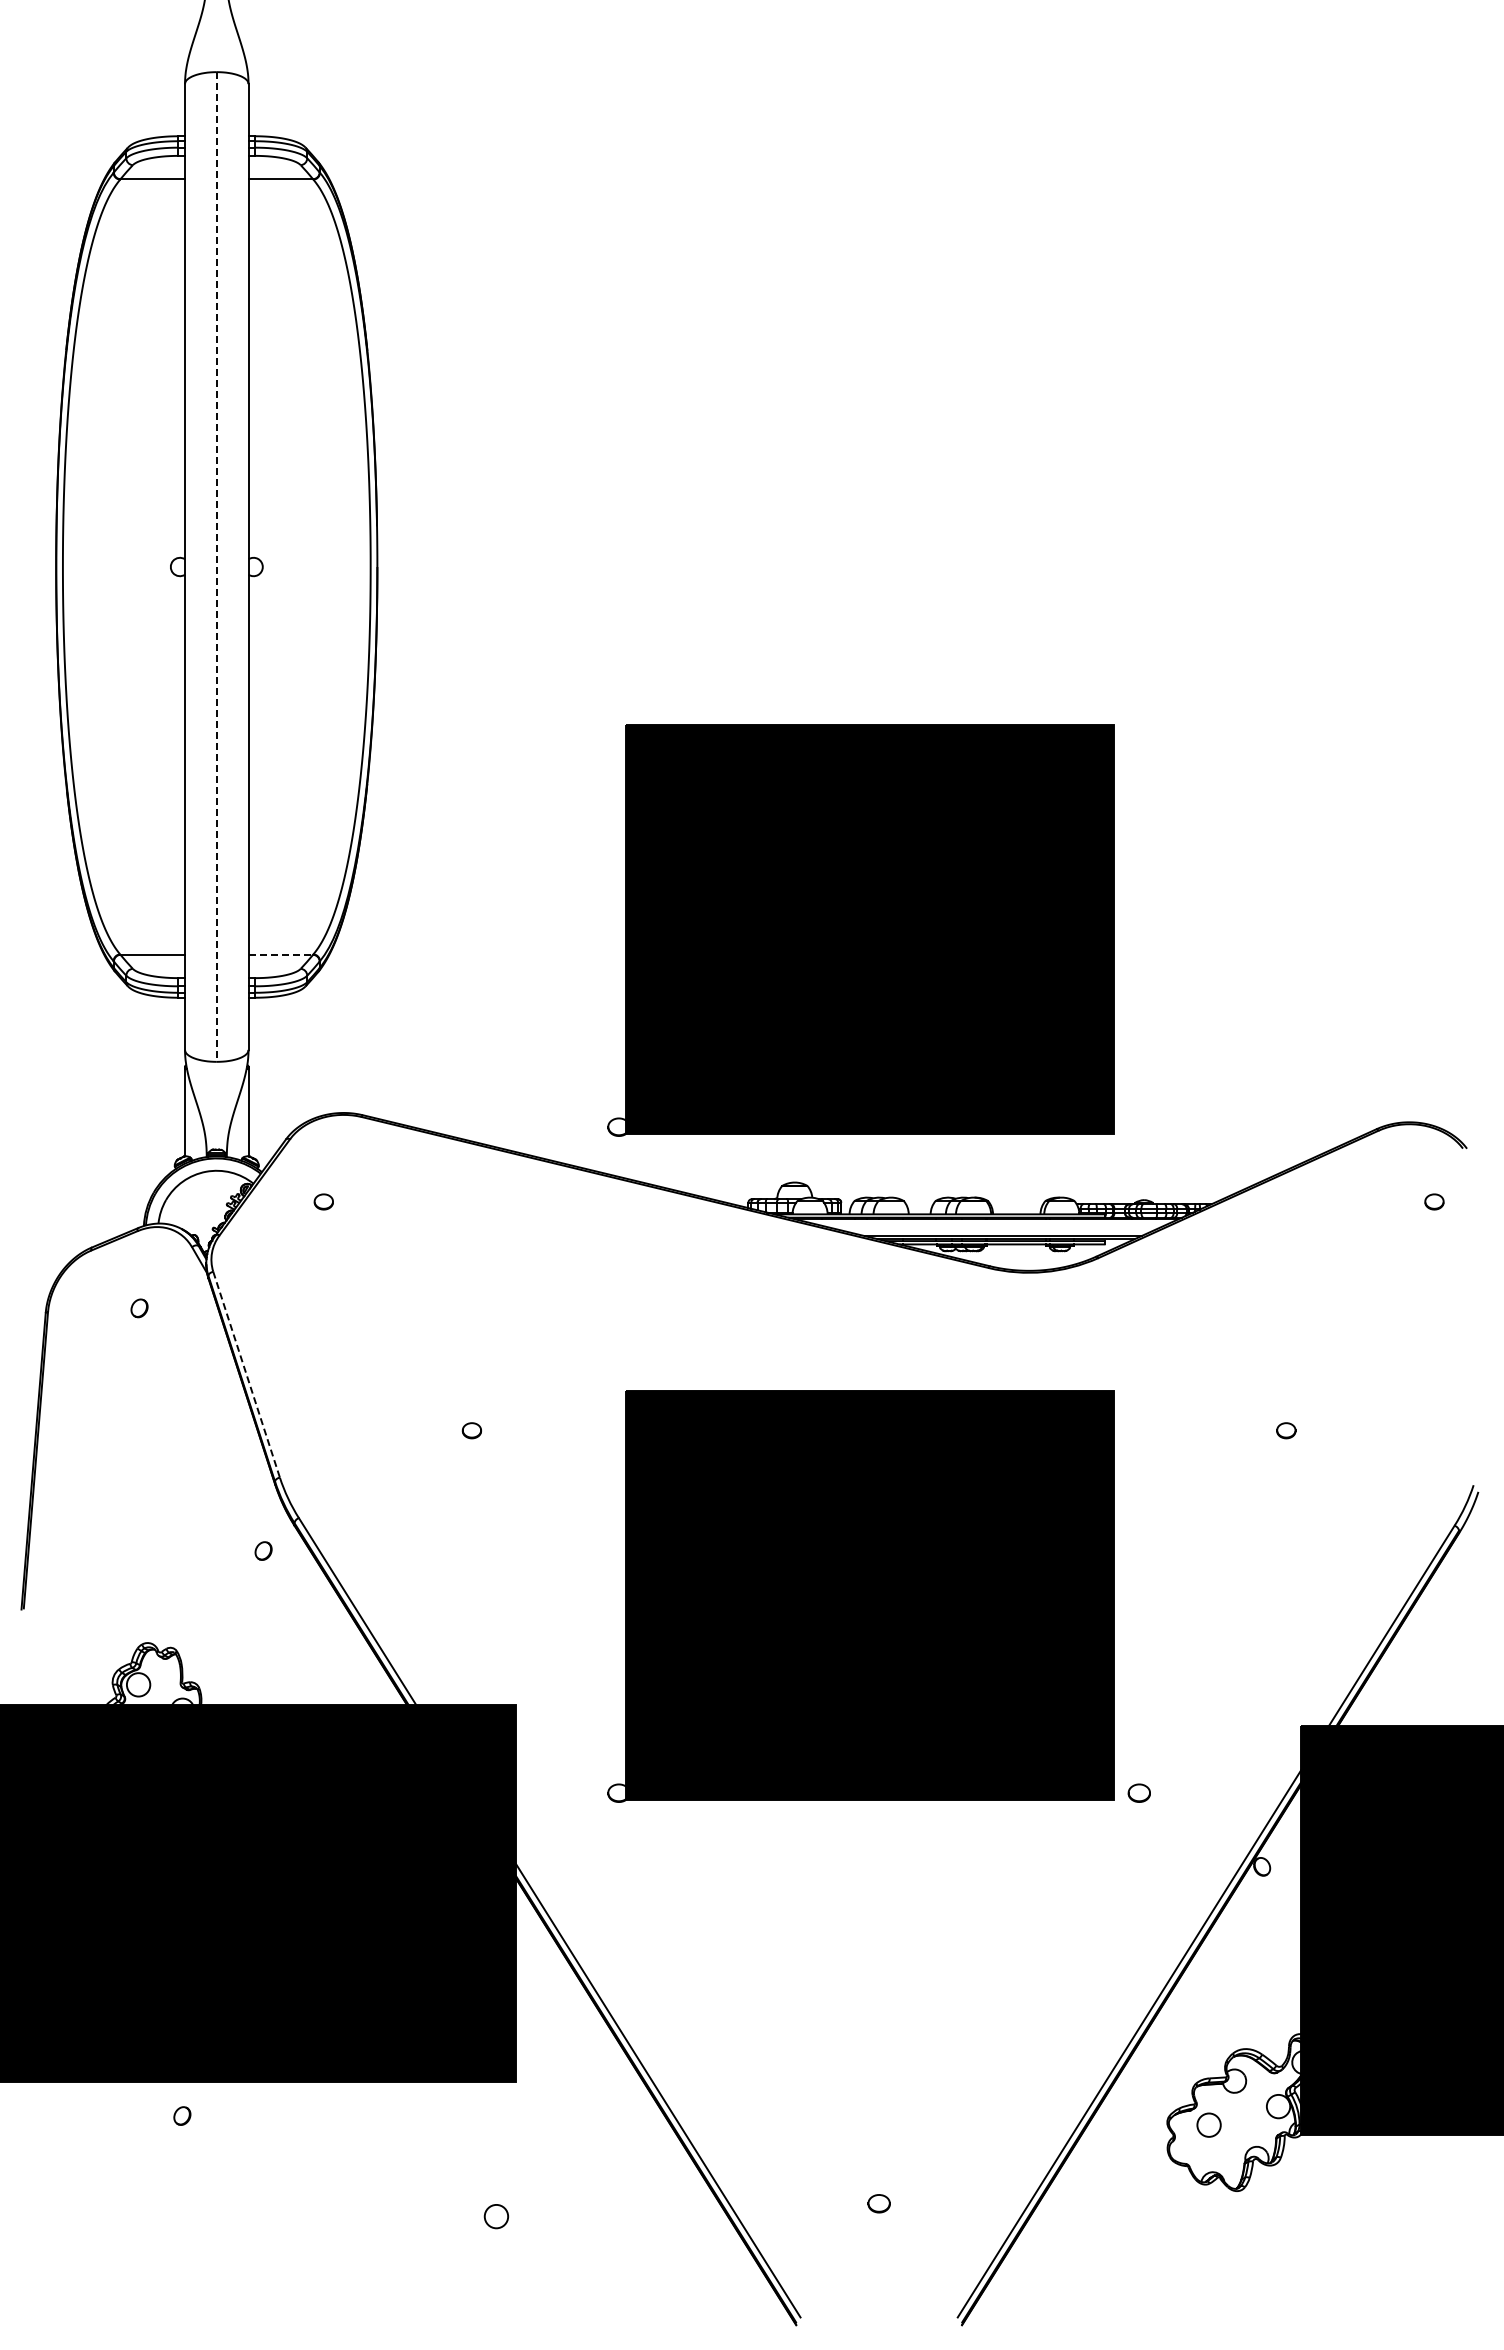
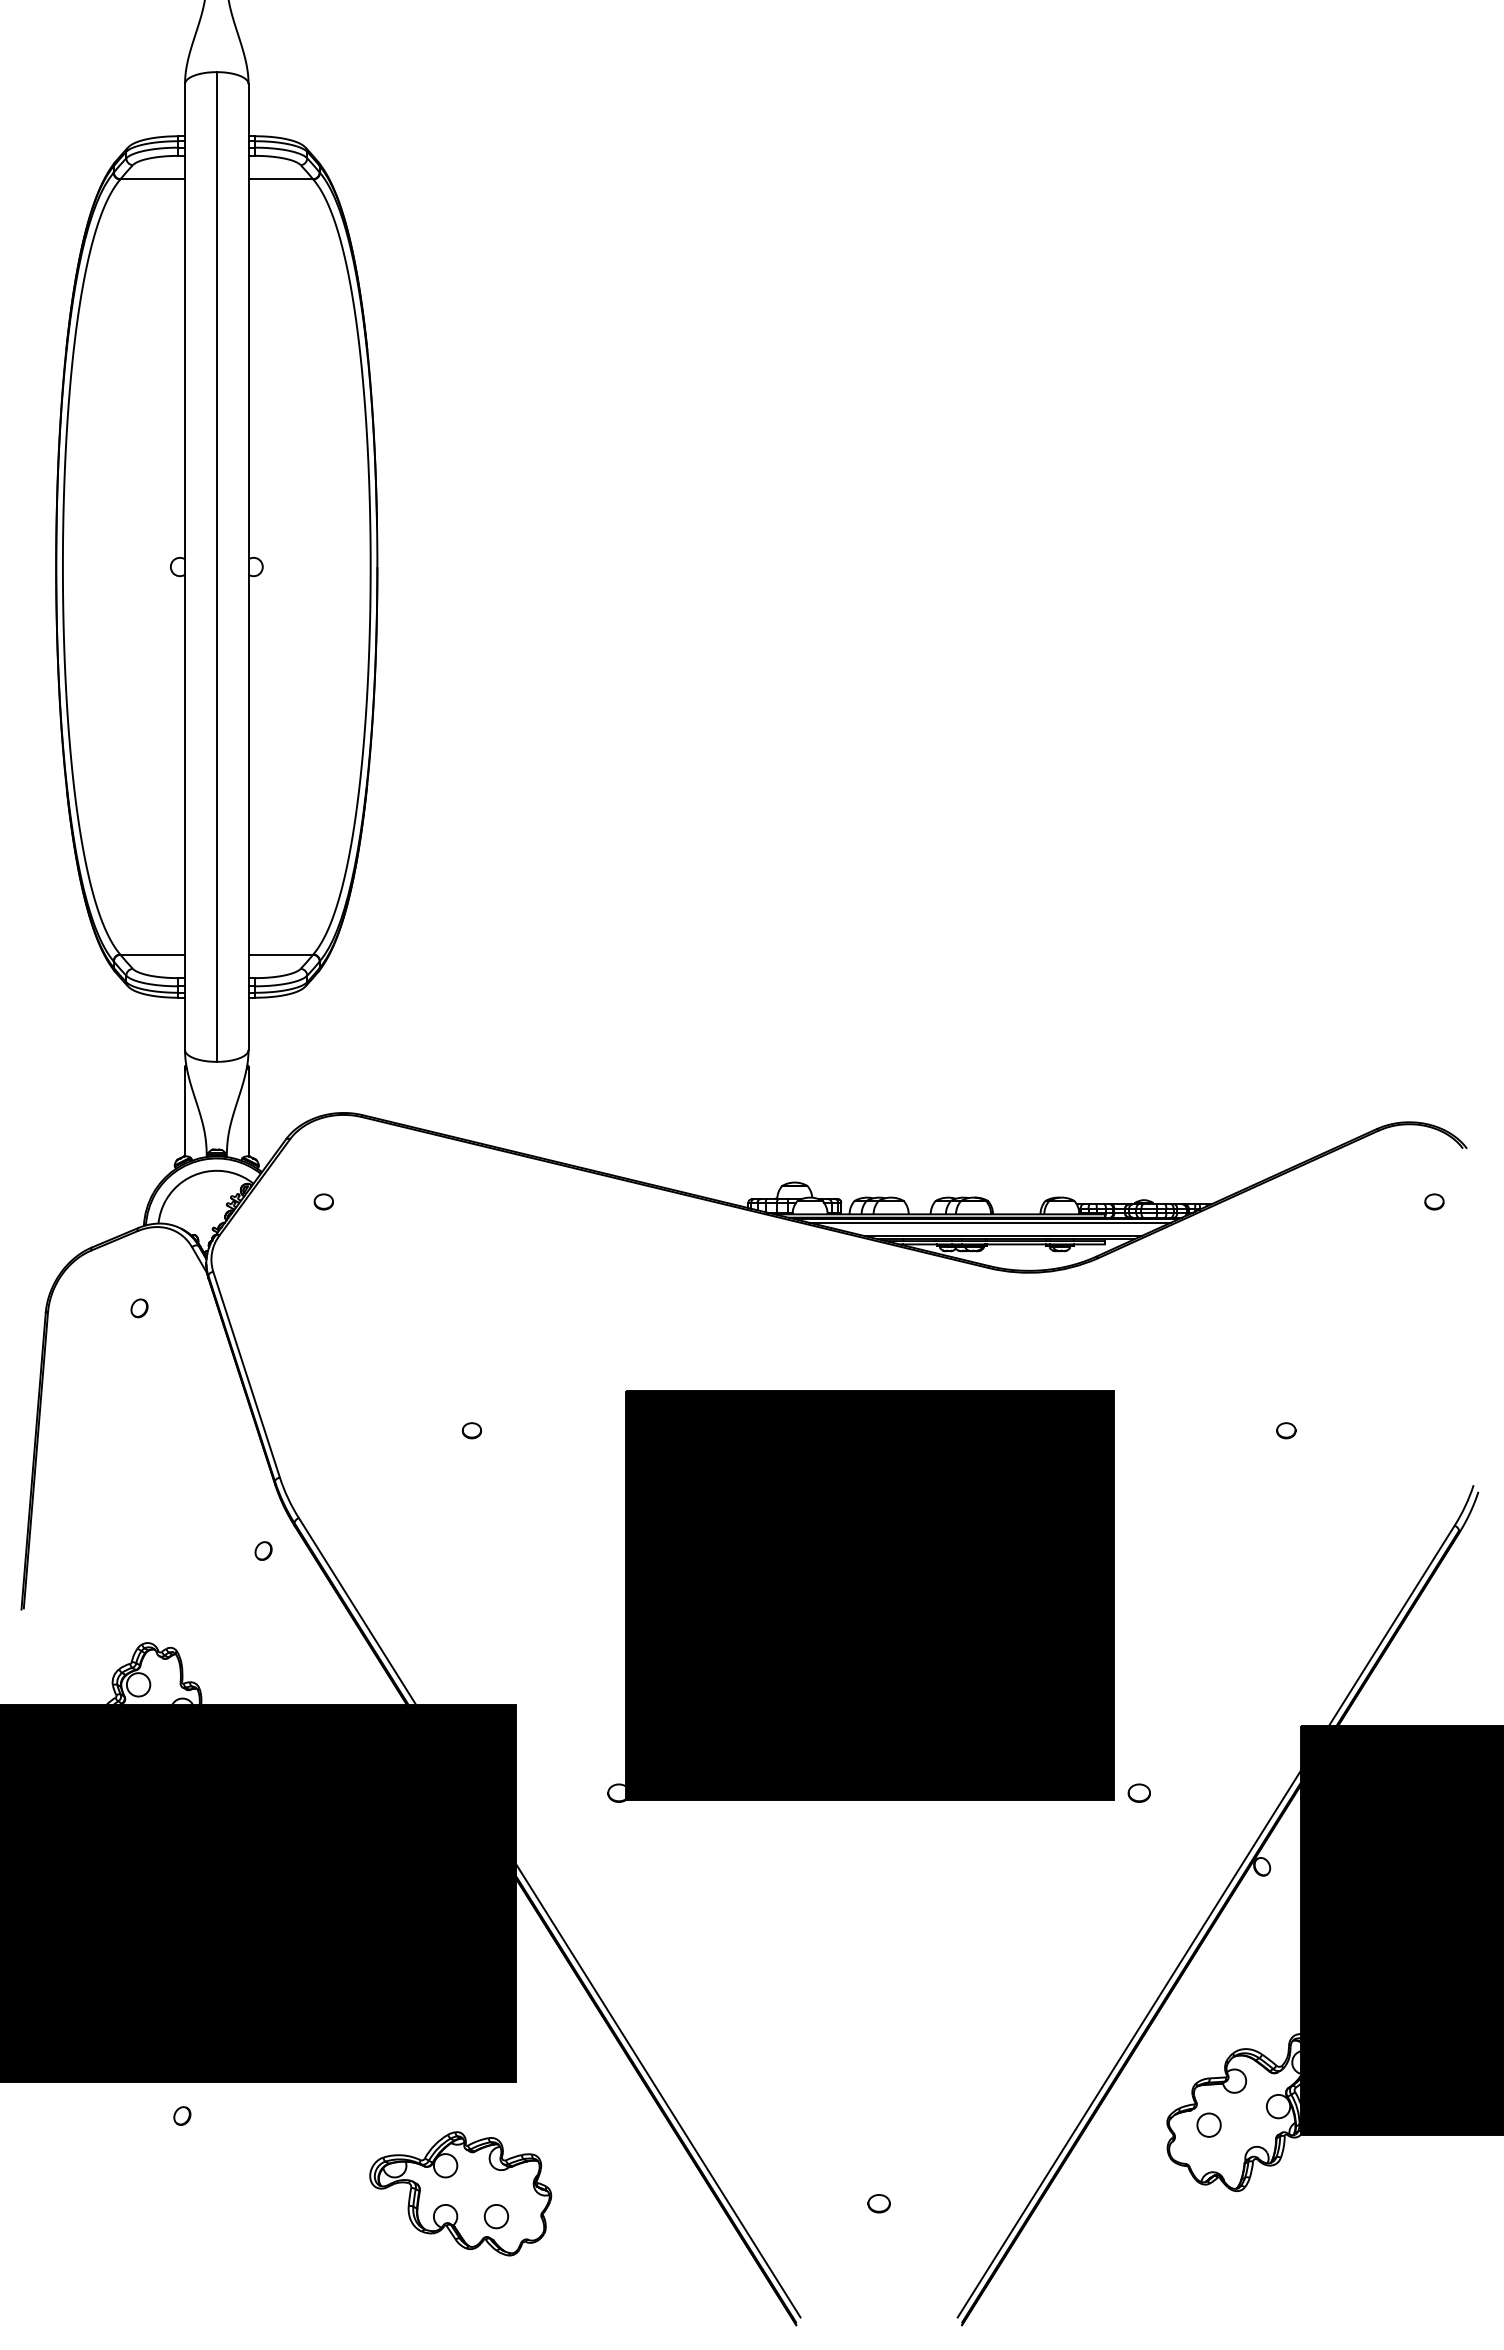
line at (216, 567): dashed -> solid
part at (860, 930): present -> none
line at (281, 954): dashed -> solid
line at (990, 1222): none -> present
line at (246, 1375): dashed -> solid
part at (460, 2193): none -> present
